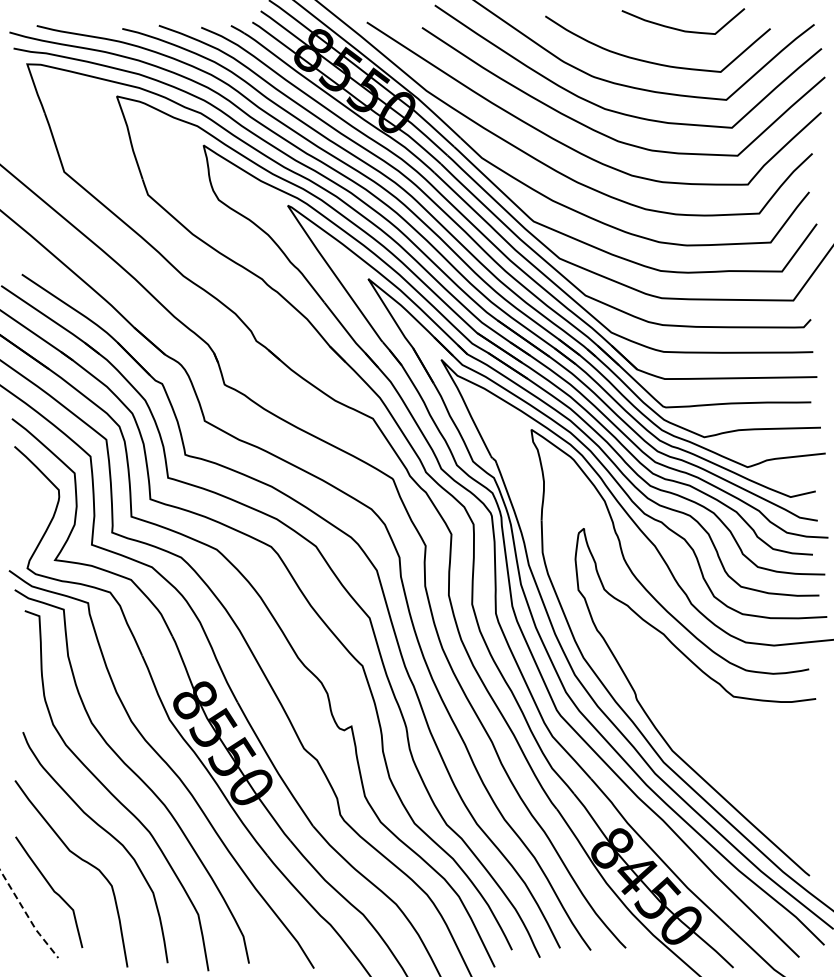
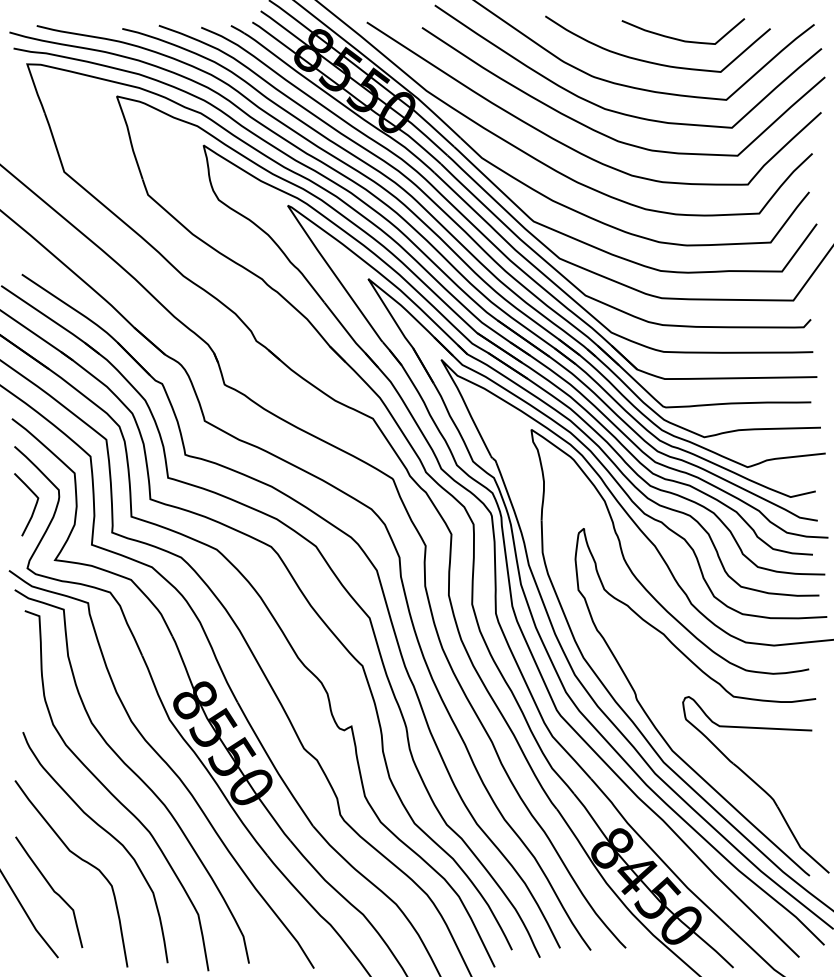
curve at (682, 29) position: (682, 29) -> (682, 39)
curve at (33, 508): none -> present
part at (755, 784): none -> present
line at (28, 917): dashed -> solid
